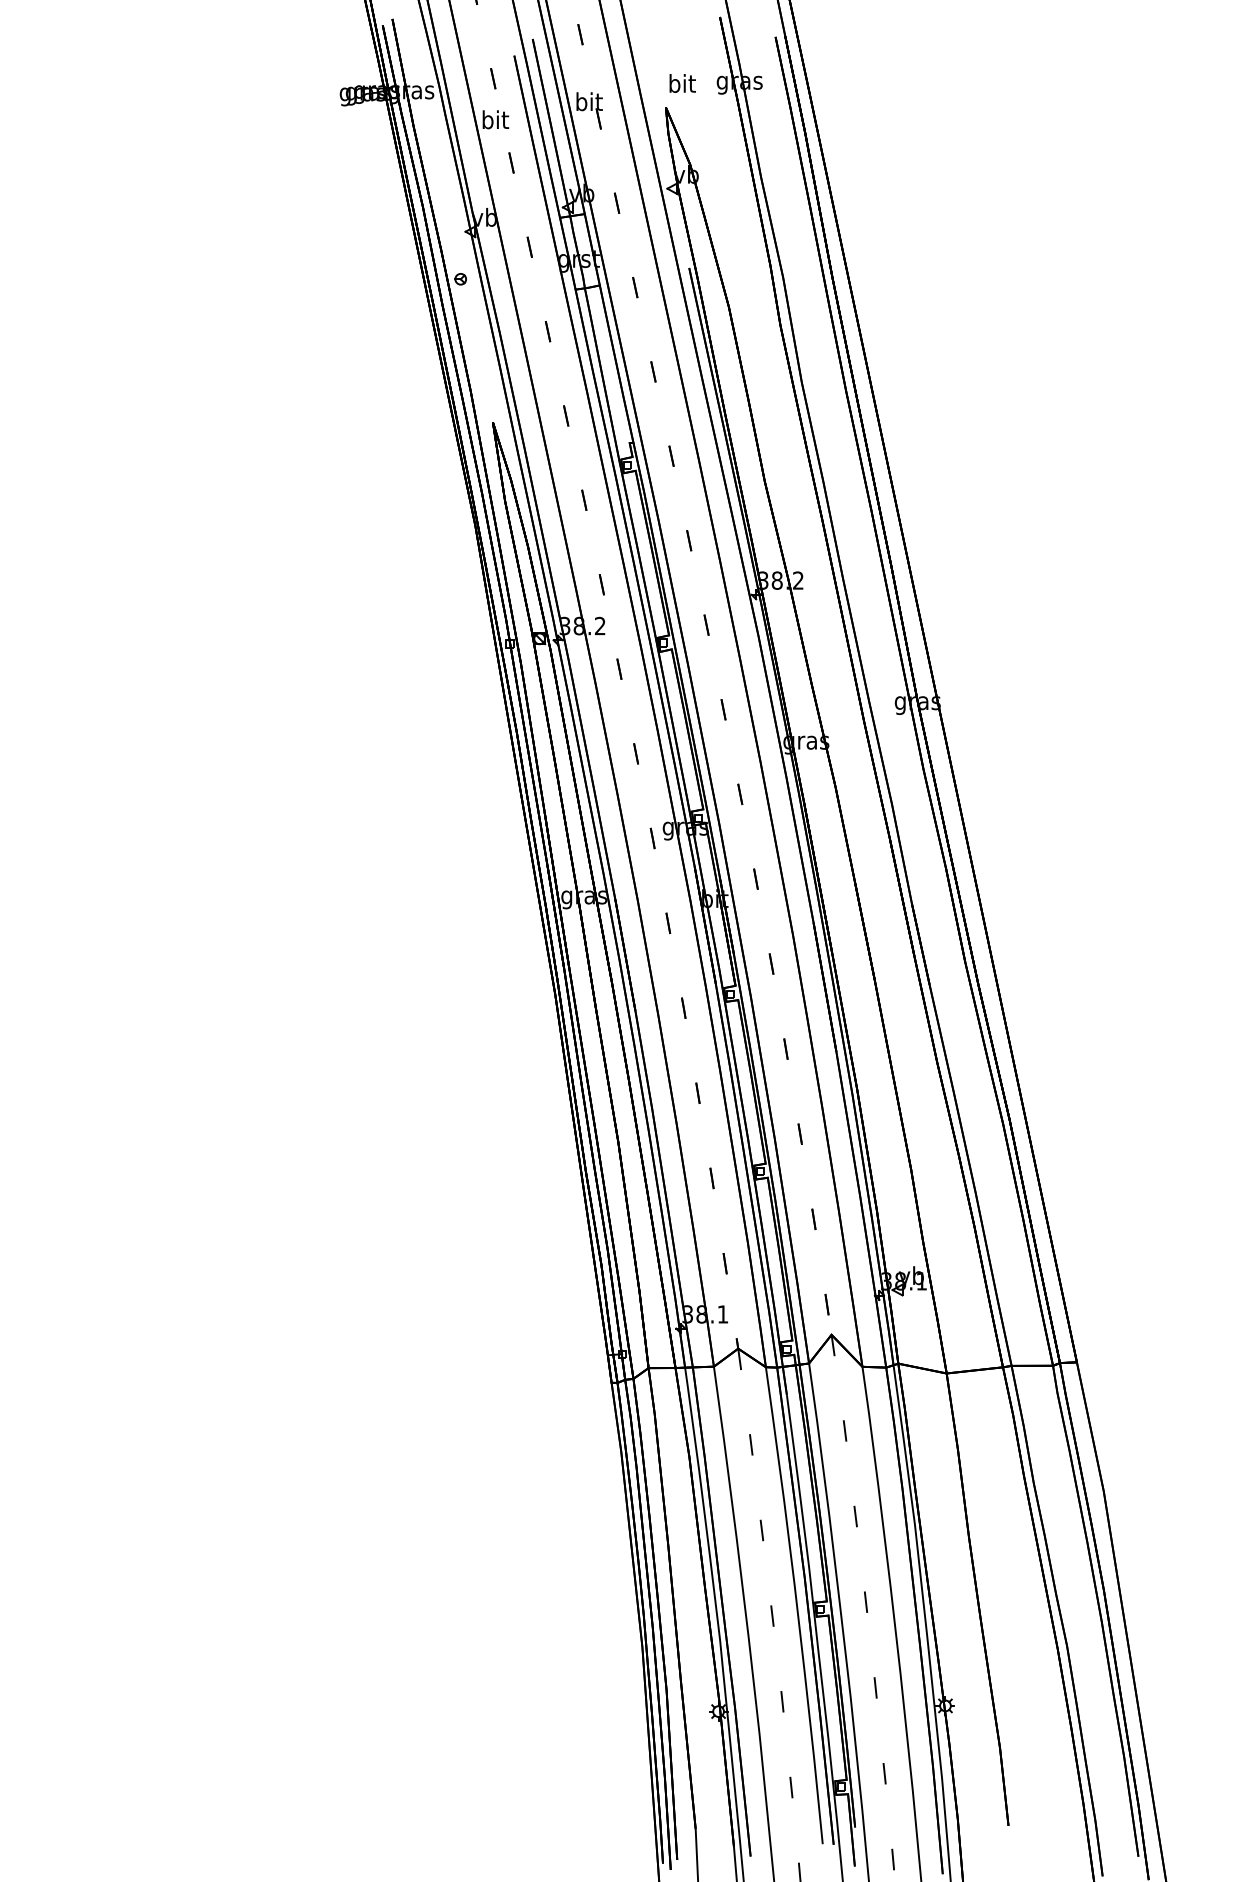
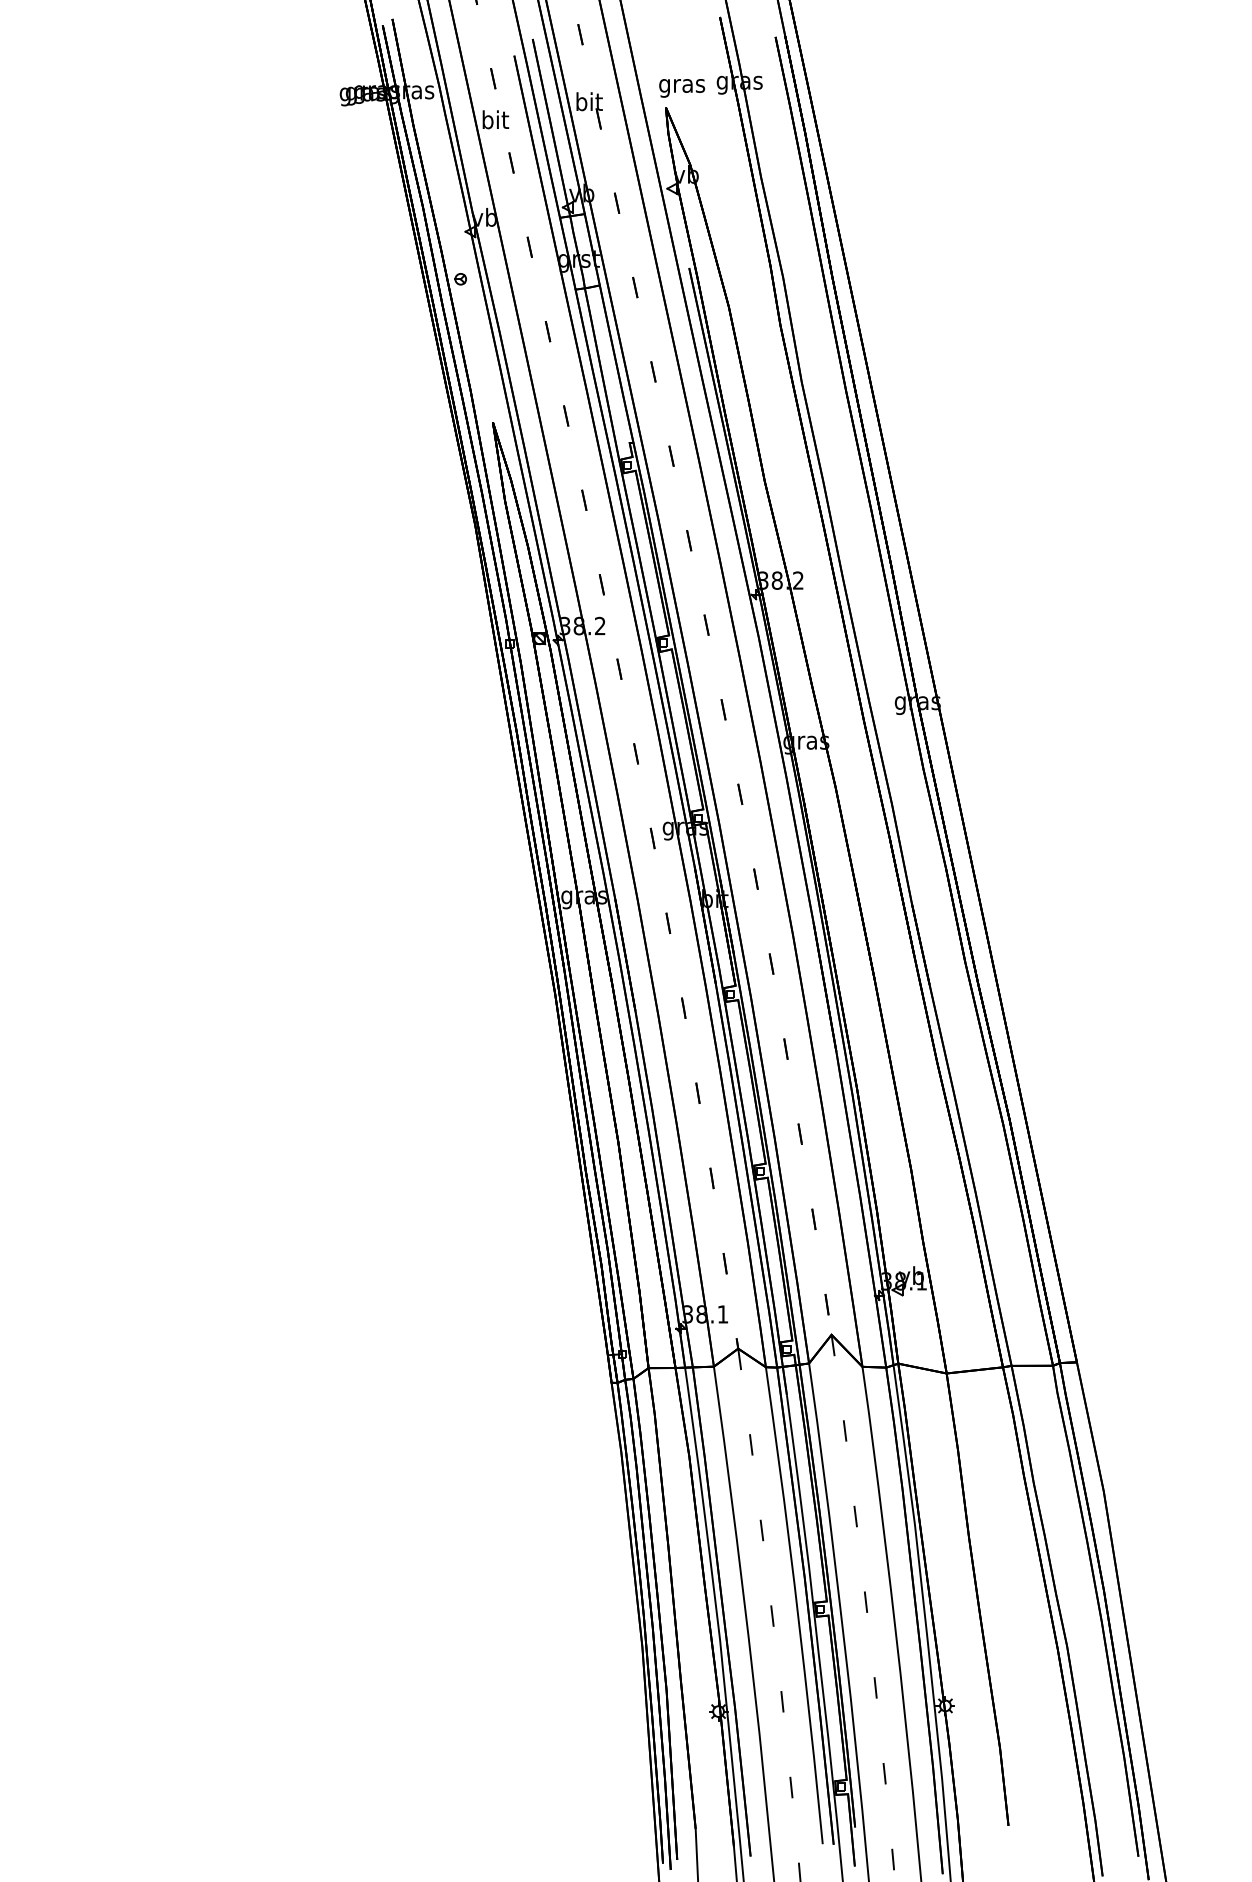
text at (682, 85): bit -> gras
